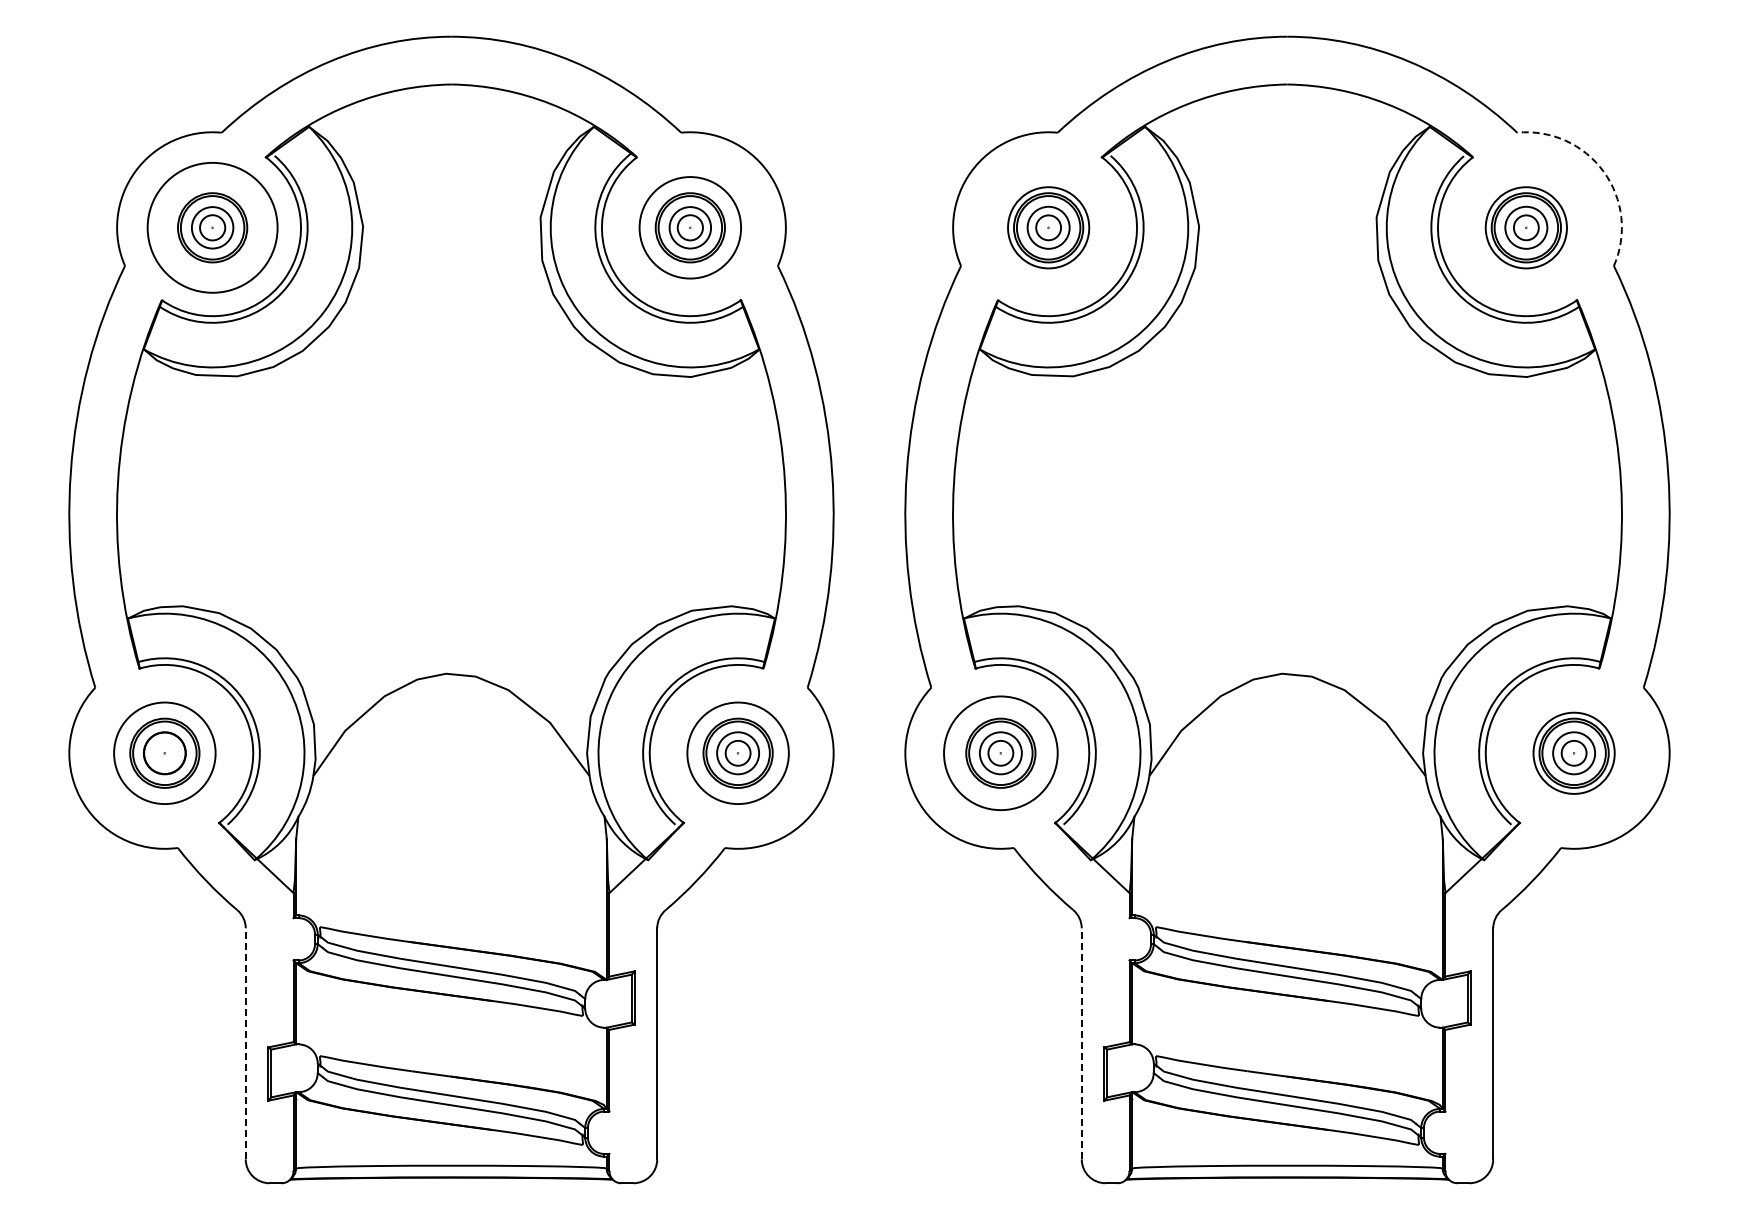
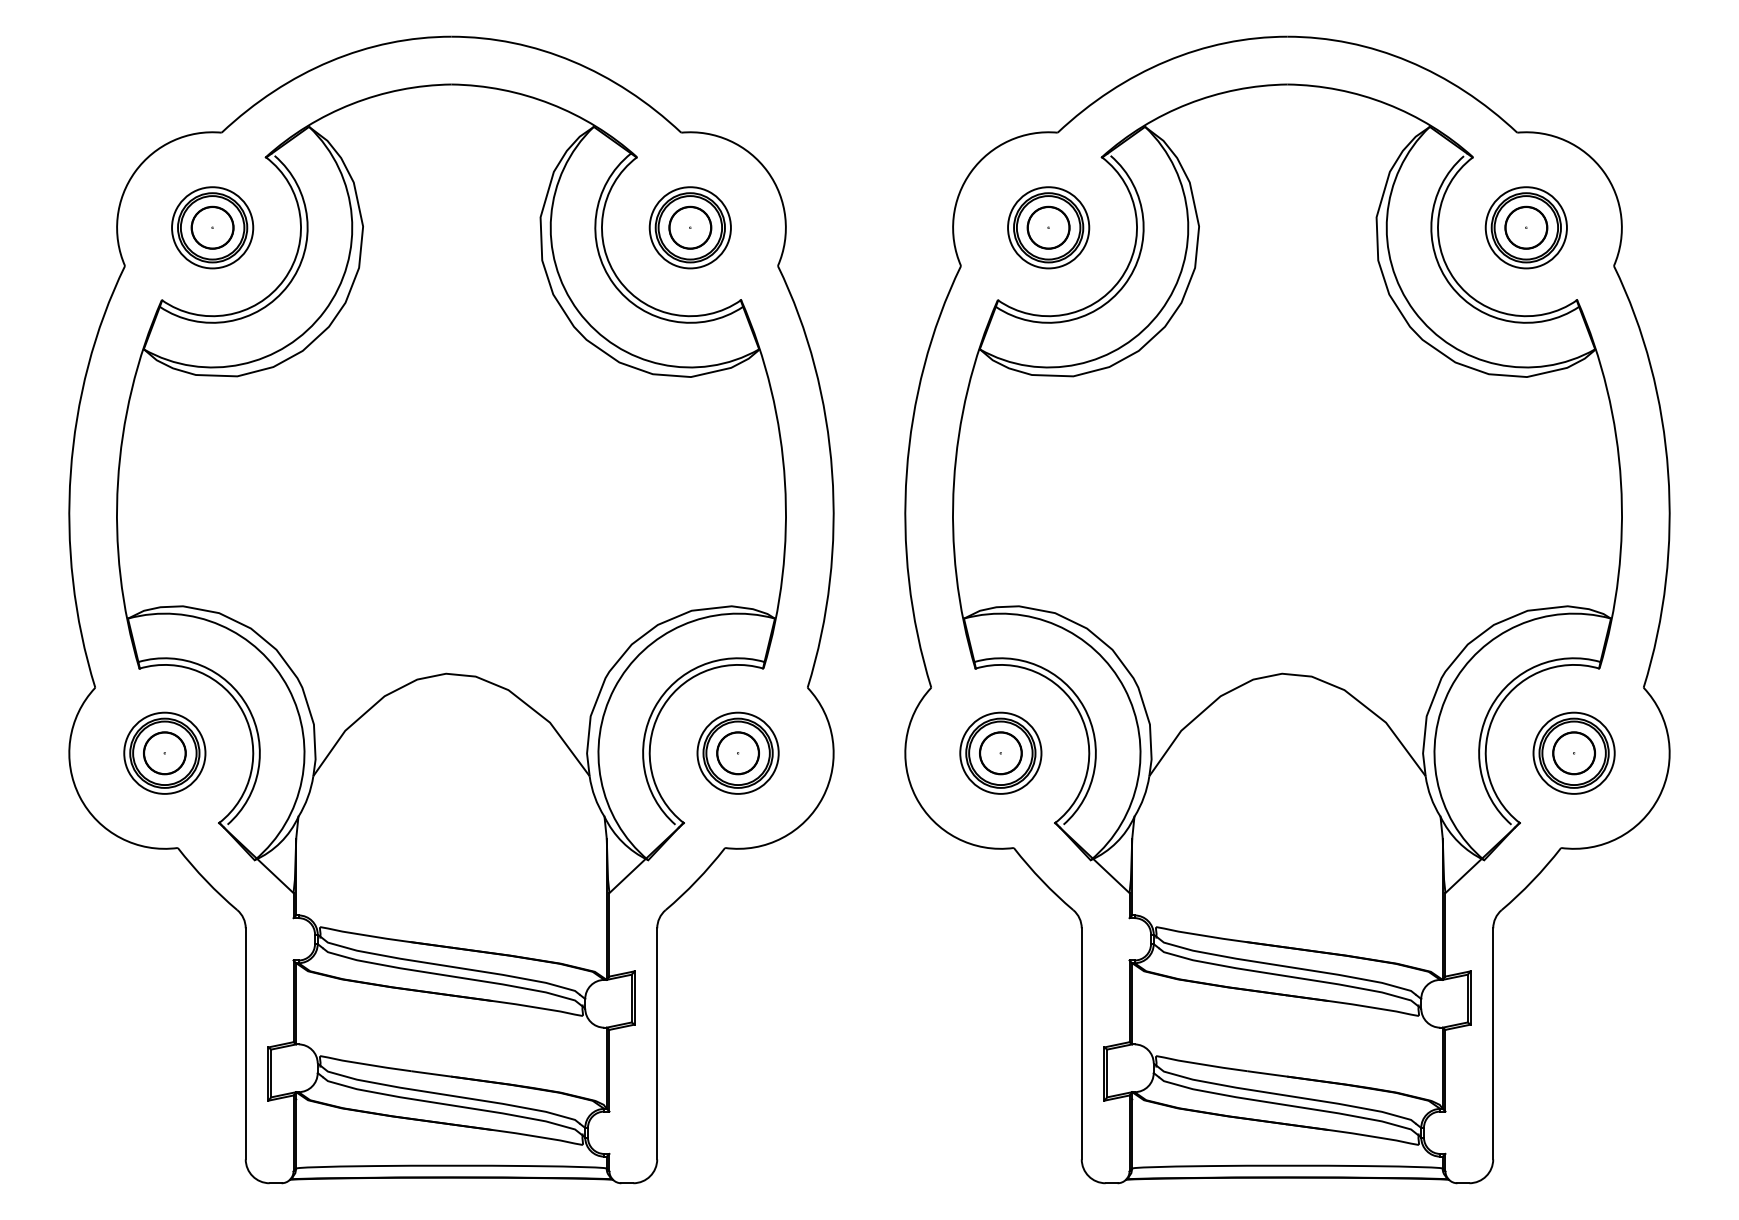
arc at (1603, 171): dashed -> solid
circle at (212, 227) diameter: 130 px -> 81 px
circle at (212, 227) diameter: 25 px -> 42 px
circle at (689, 227) diameter: 25 px -> 42 px
circle at (690, 227) diameter: 102 px -> 81 px
circle at (1048, 227) diameter: 25 px -> 41 px
circle at (1525, 227) diameter: 25 px -> 41 px
circle at (737, 752) diameter: 25 px -> 41 px
circle at (1000, 752) diameter: 25 px -> 41 px
circle at (1573, 752) diameter: 25 px -> 41 px
circle at (164, 753) diameter: 102 px -> 81 px
circle at (737, 753) diameter: 102 px -> 81 px
circle at (1000, 753) diameter: 114 px -> 81 px
line at (245, 1043): dashed -> solid
line at (1081, 1043): dashed -> solid
